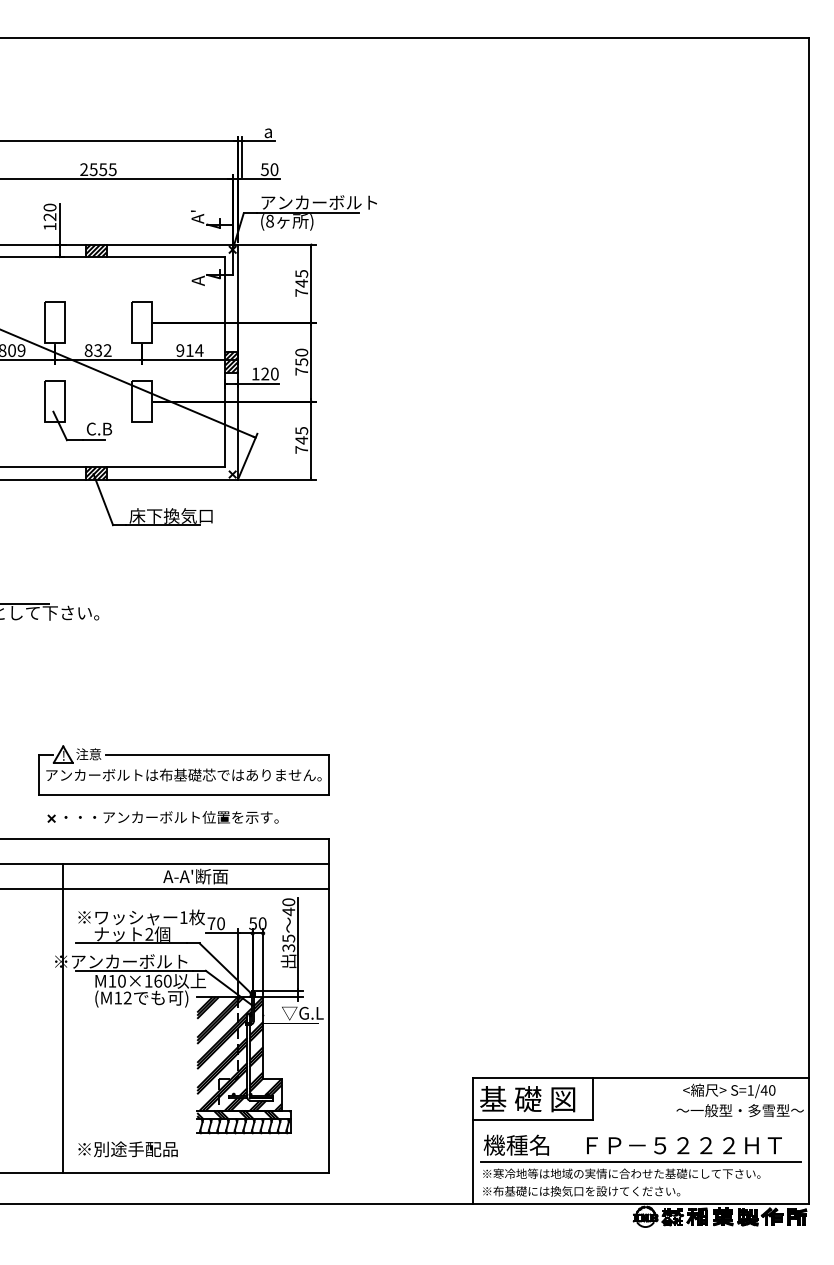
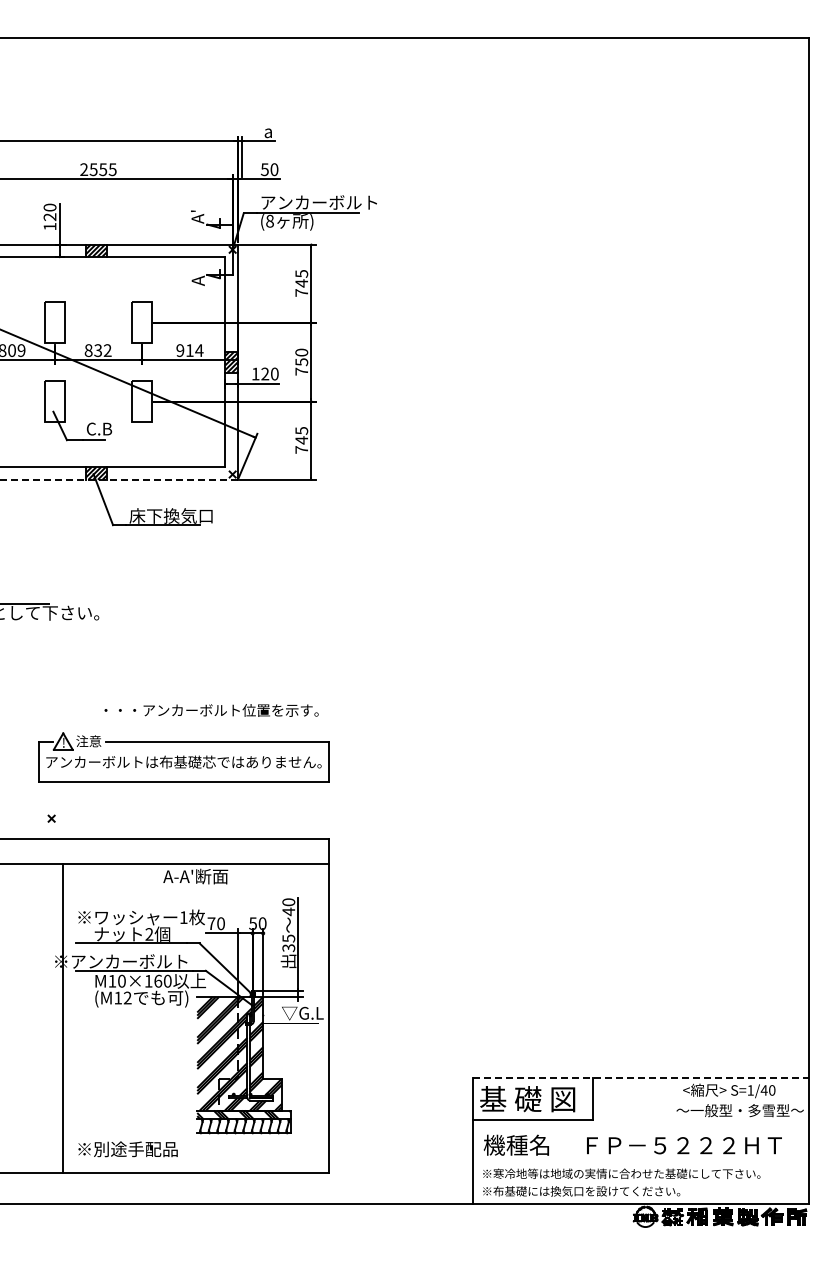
line at (119, 479): solid -> dashed
part at (183, 770) position: (183, 770) -> (183, 757)
text at (171, 817) position: (171, 817) -> (211, 710)
line at (165, 889): present -> none
line at (641, 1078): solid -> dashed
line at (640, 1162): present -> none
